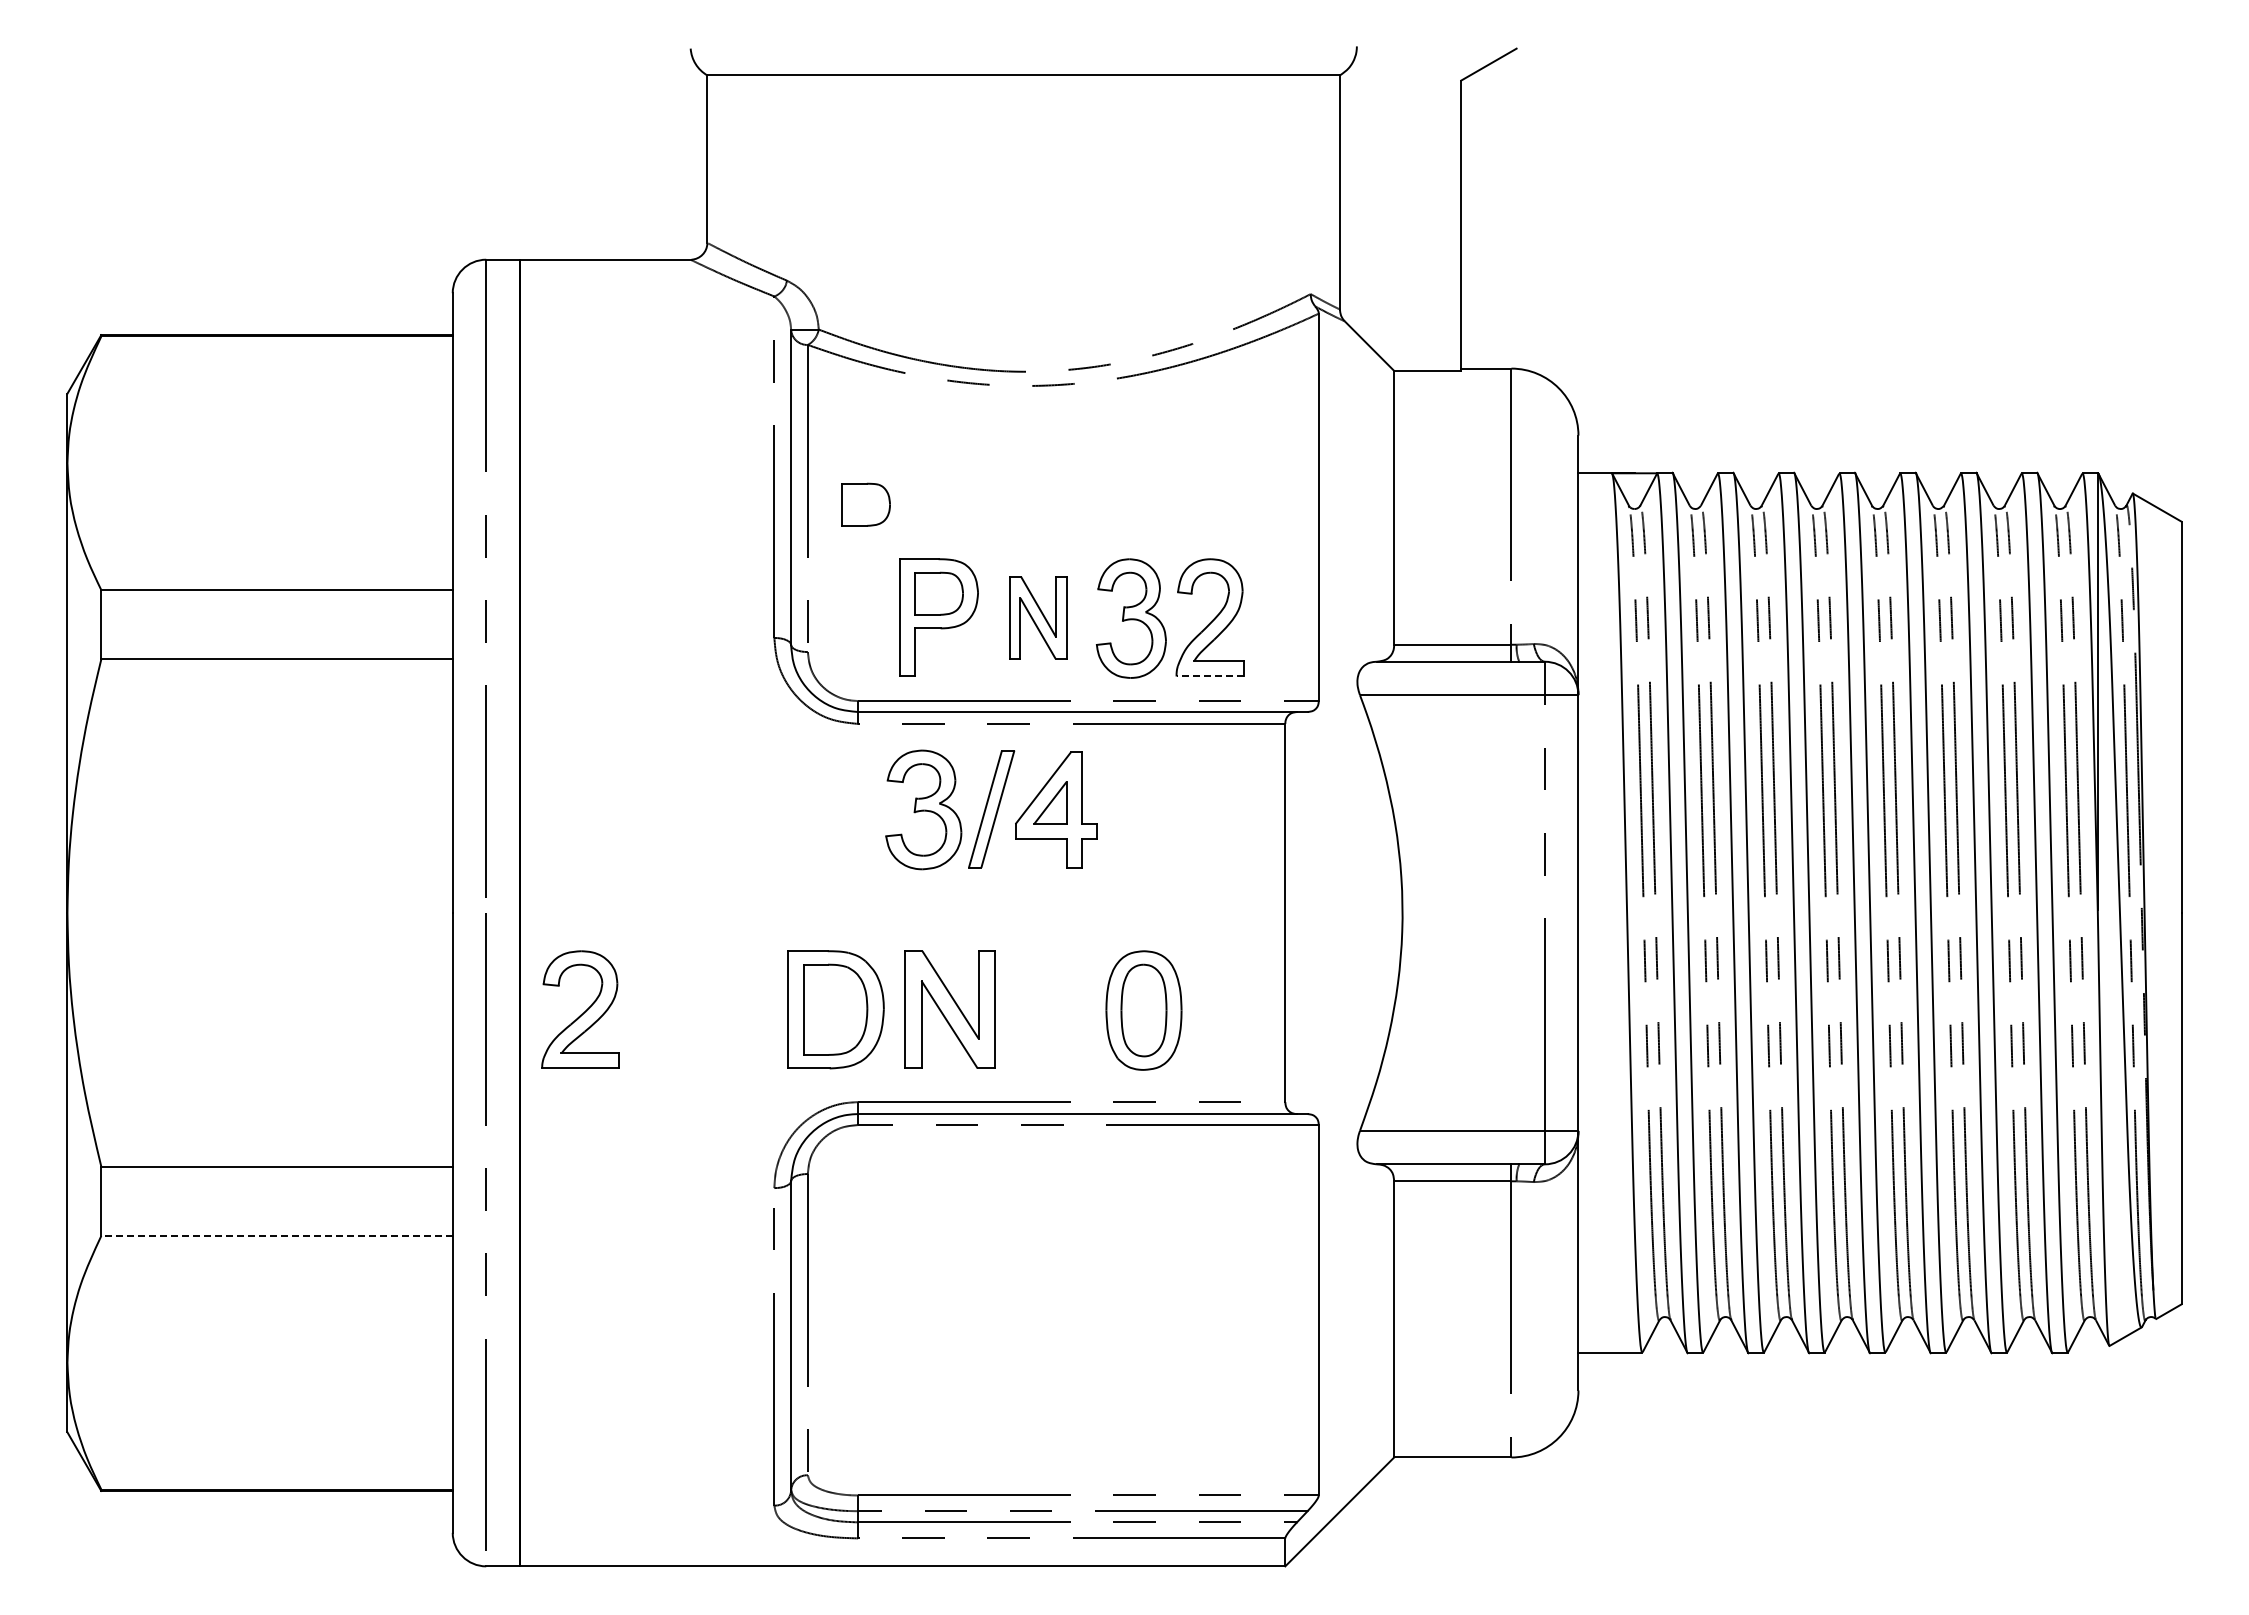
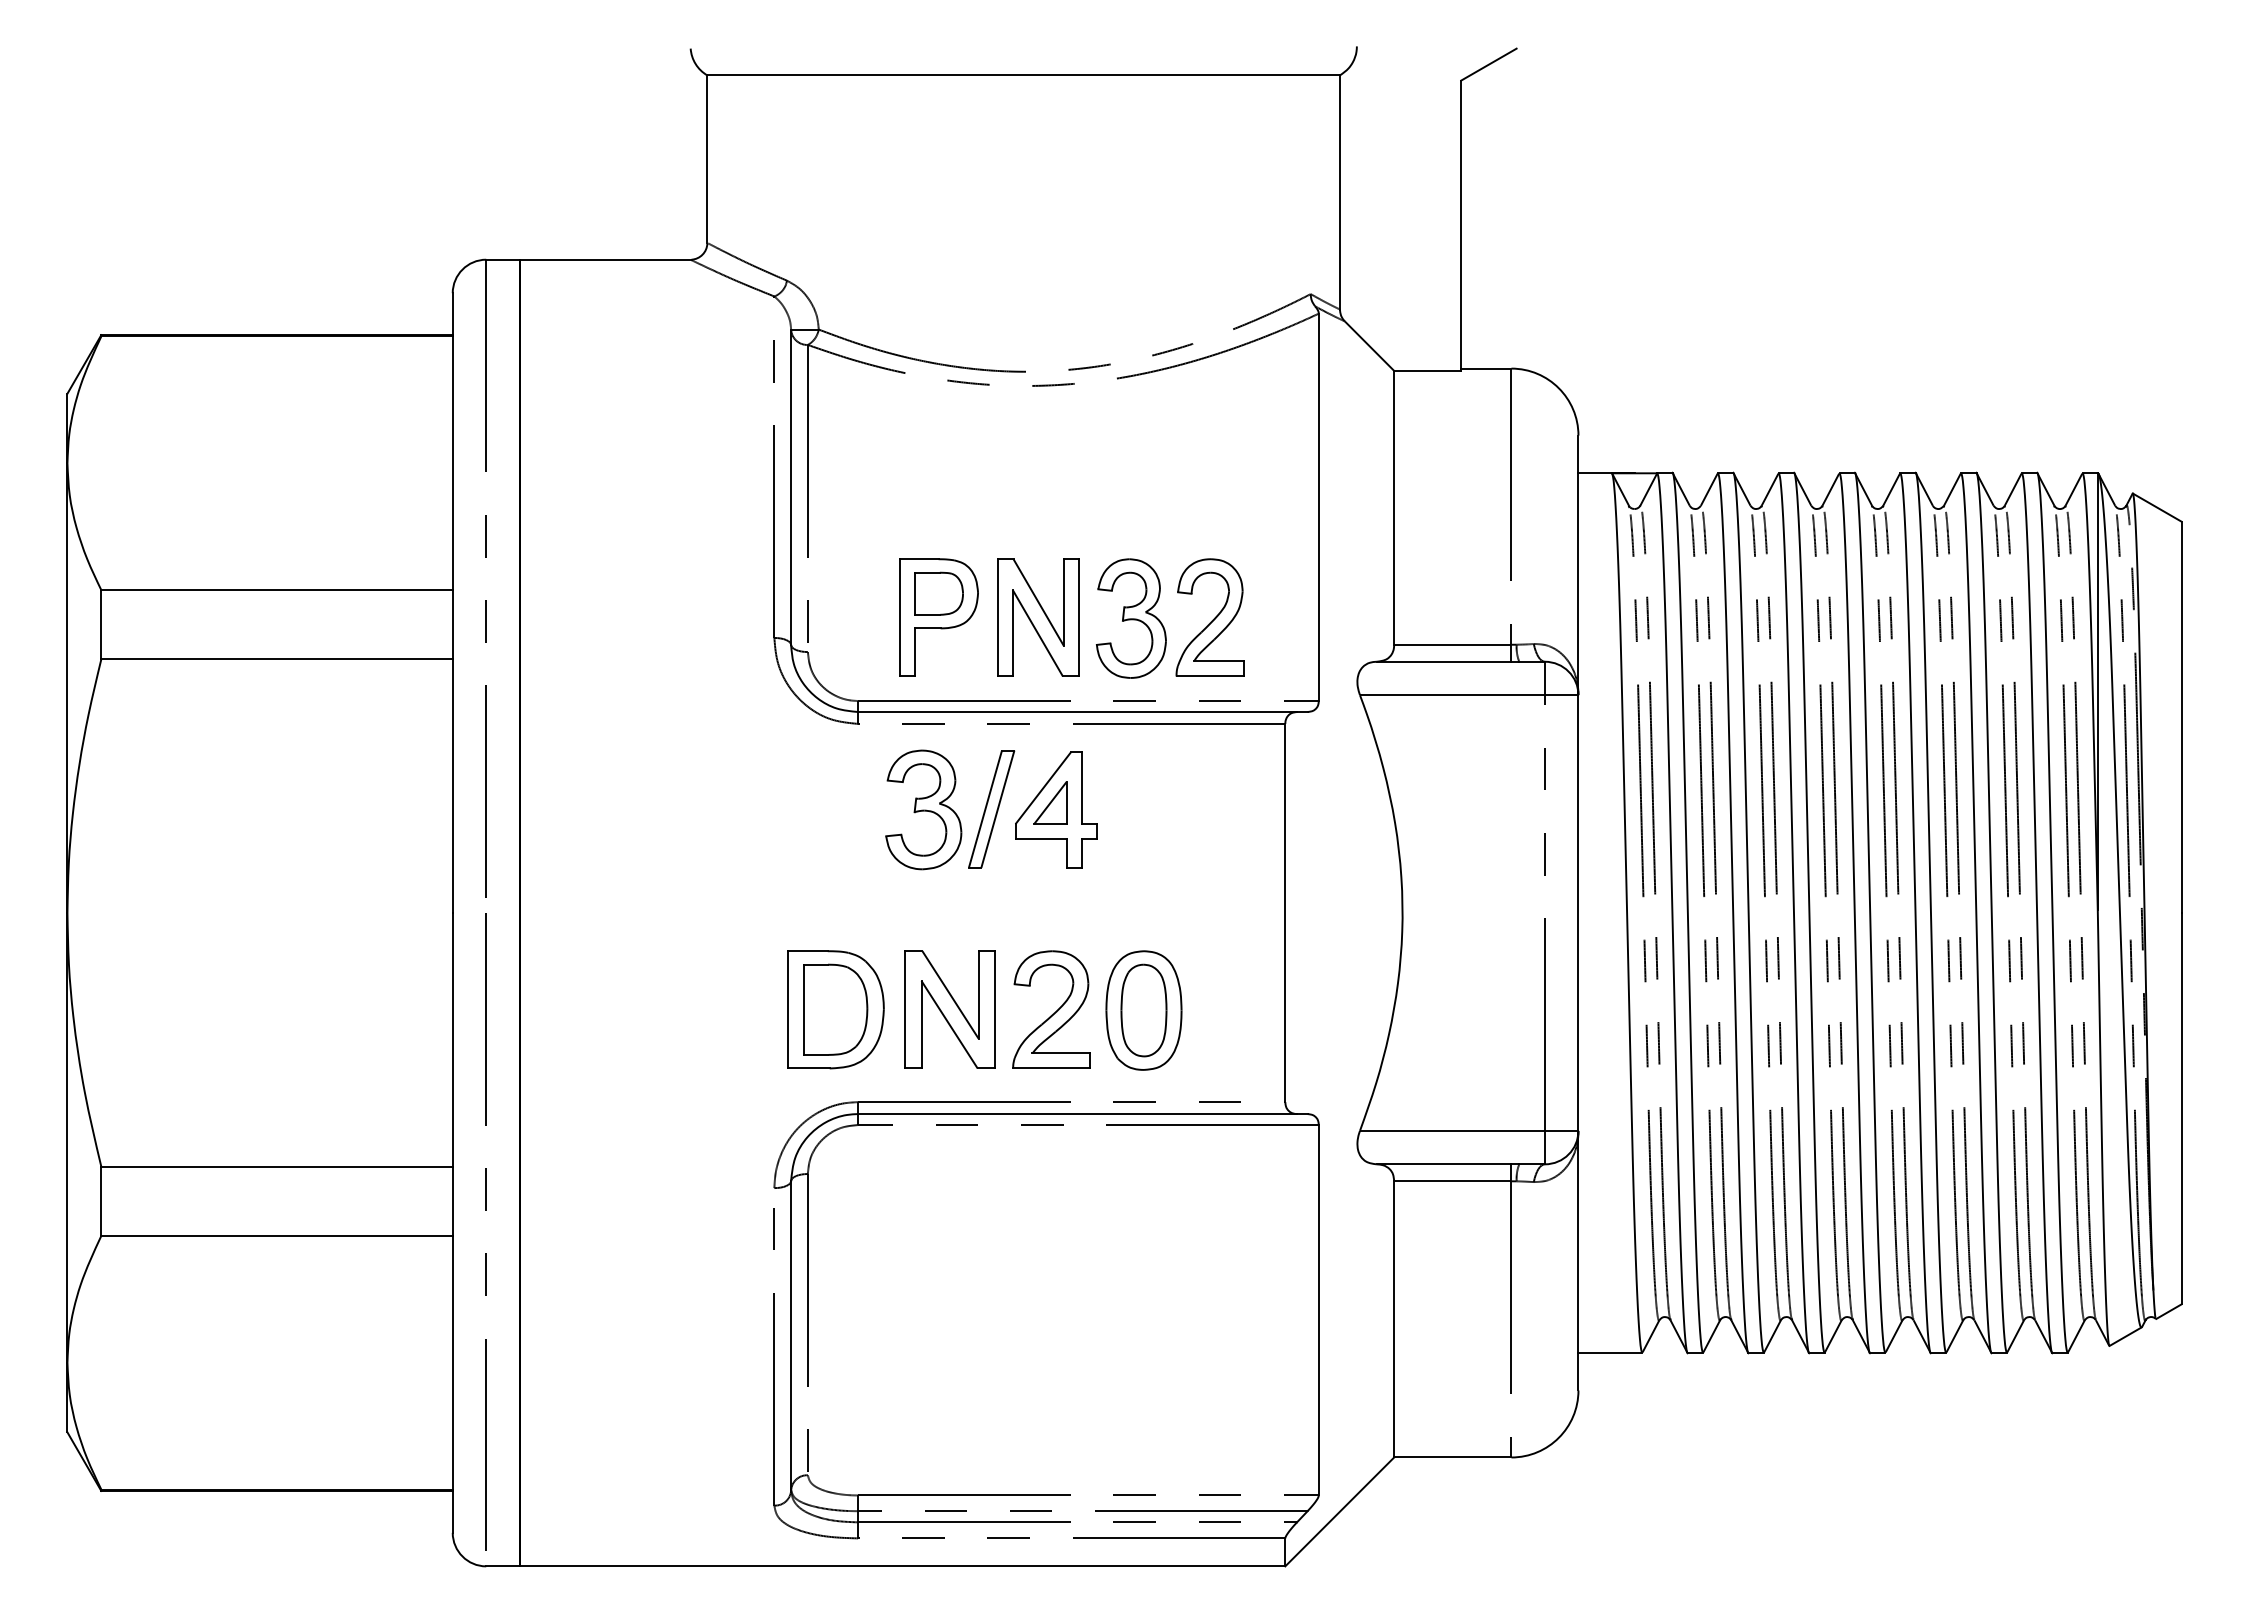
part at (865, 504): present -> none
part at (1038, 617) size: 59x84 px -> 83x119 px
line at (1210, 676): dashed -> solid
part at (580, 1009) position: (580, 1009) -> (1051, 1009)
line at (277, 1235): dashed -> solid
